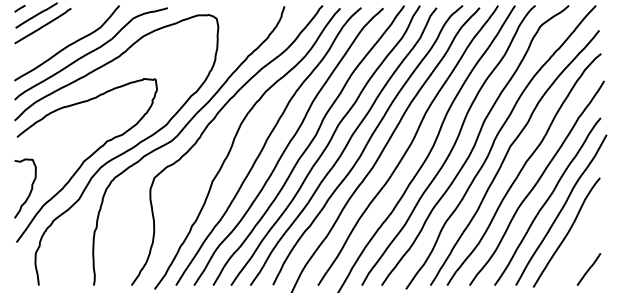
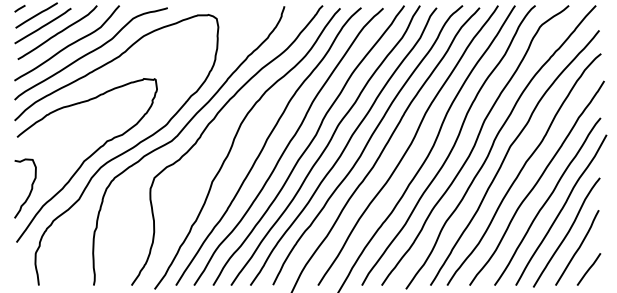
curve at (57, 32): none -> present
curve at (578, 247): none -> present
